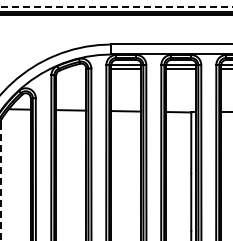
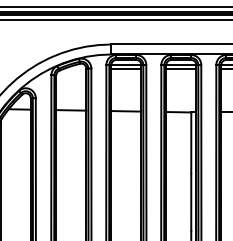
line at (116, 6): dashed -> solid
line at (115, 19): none -> present
line at (0, 180): dashed -> solid
